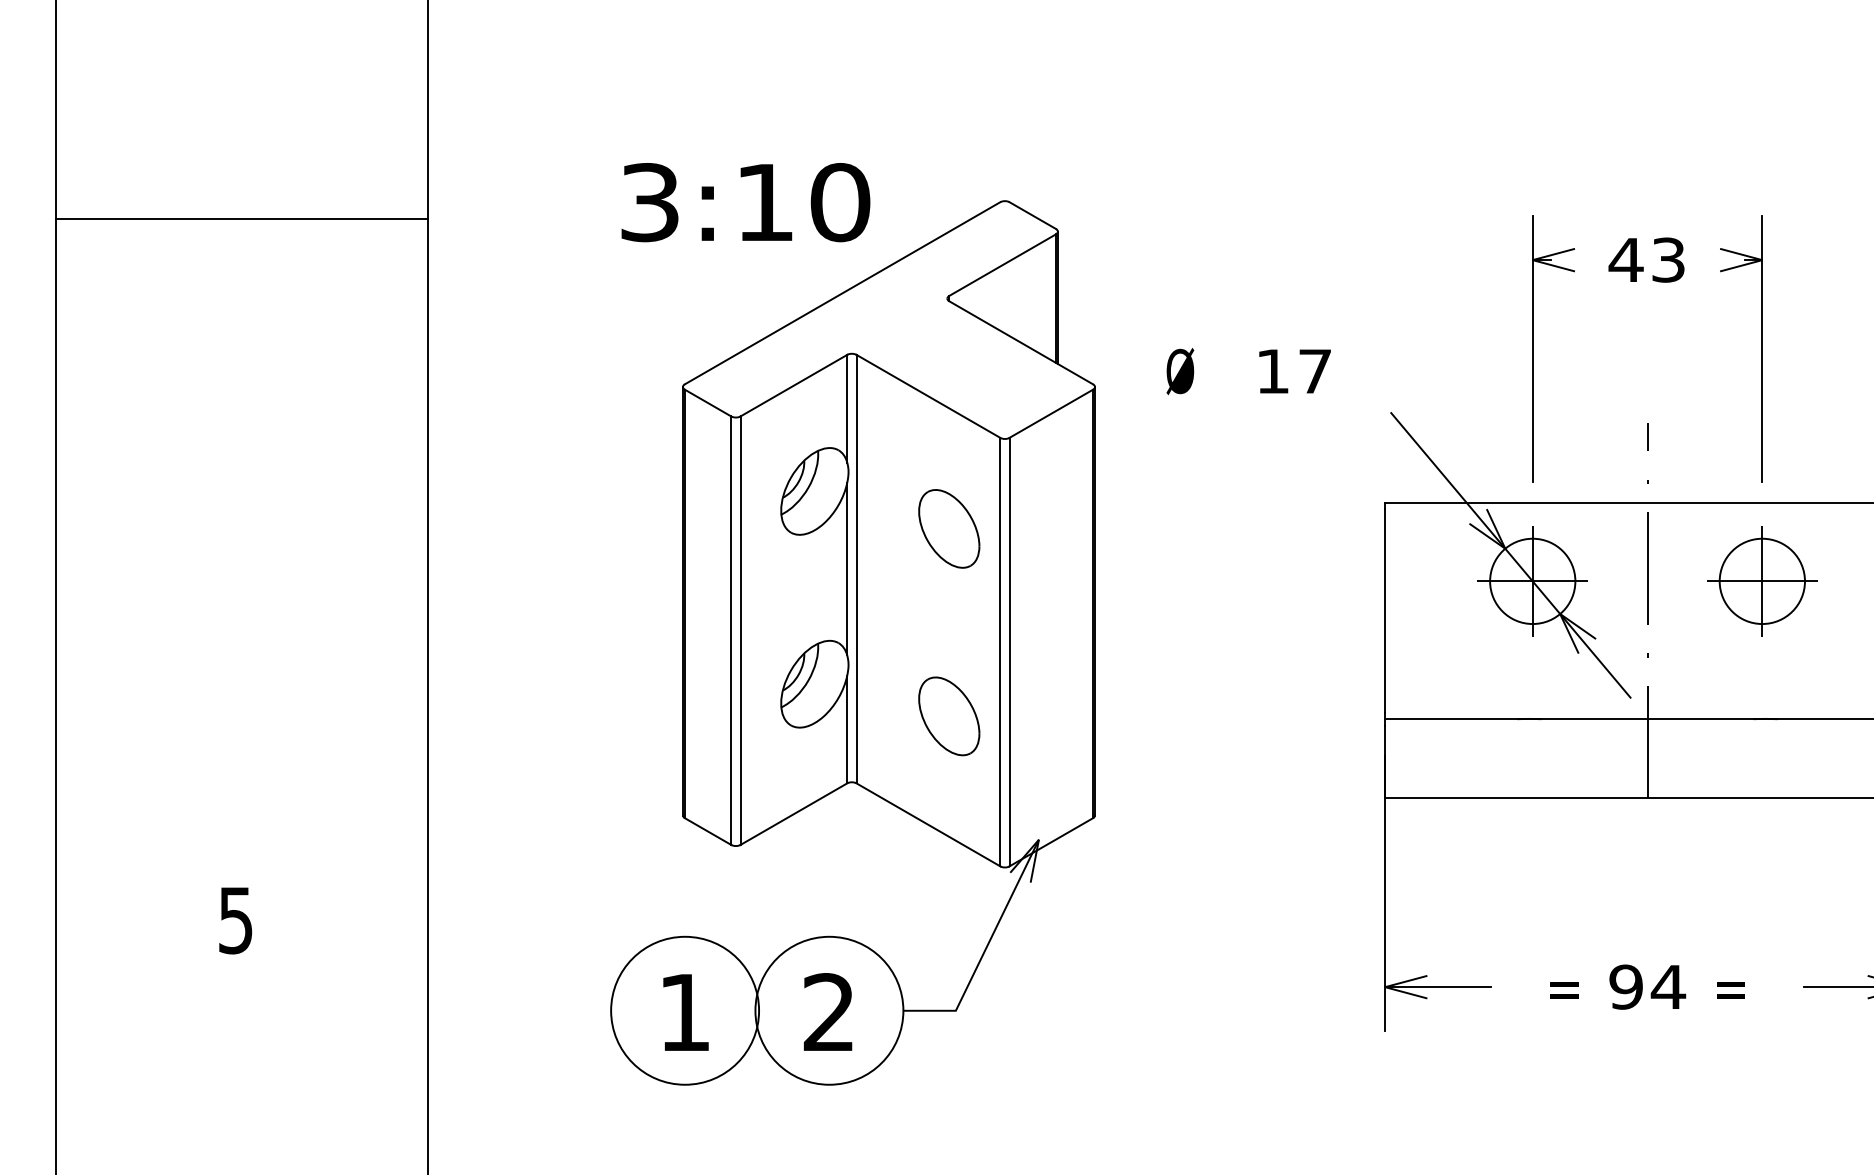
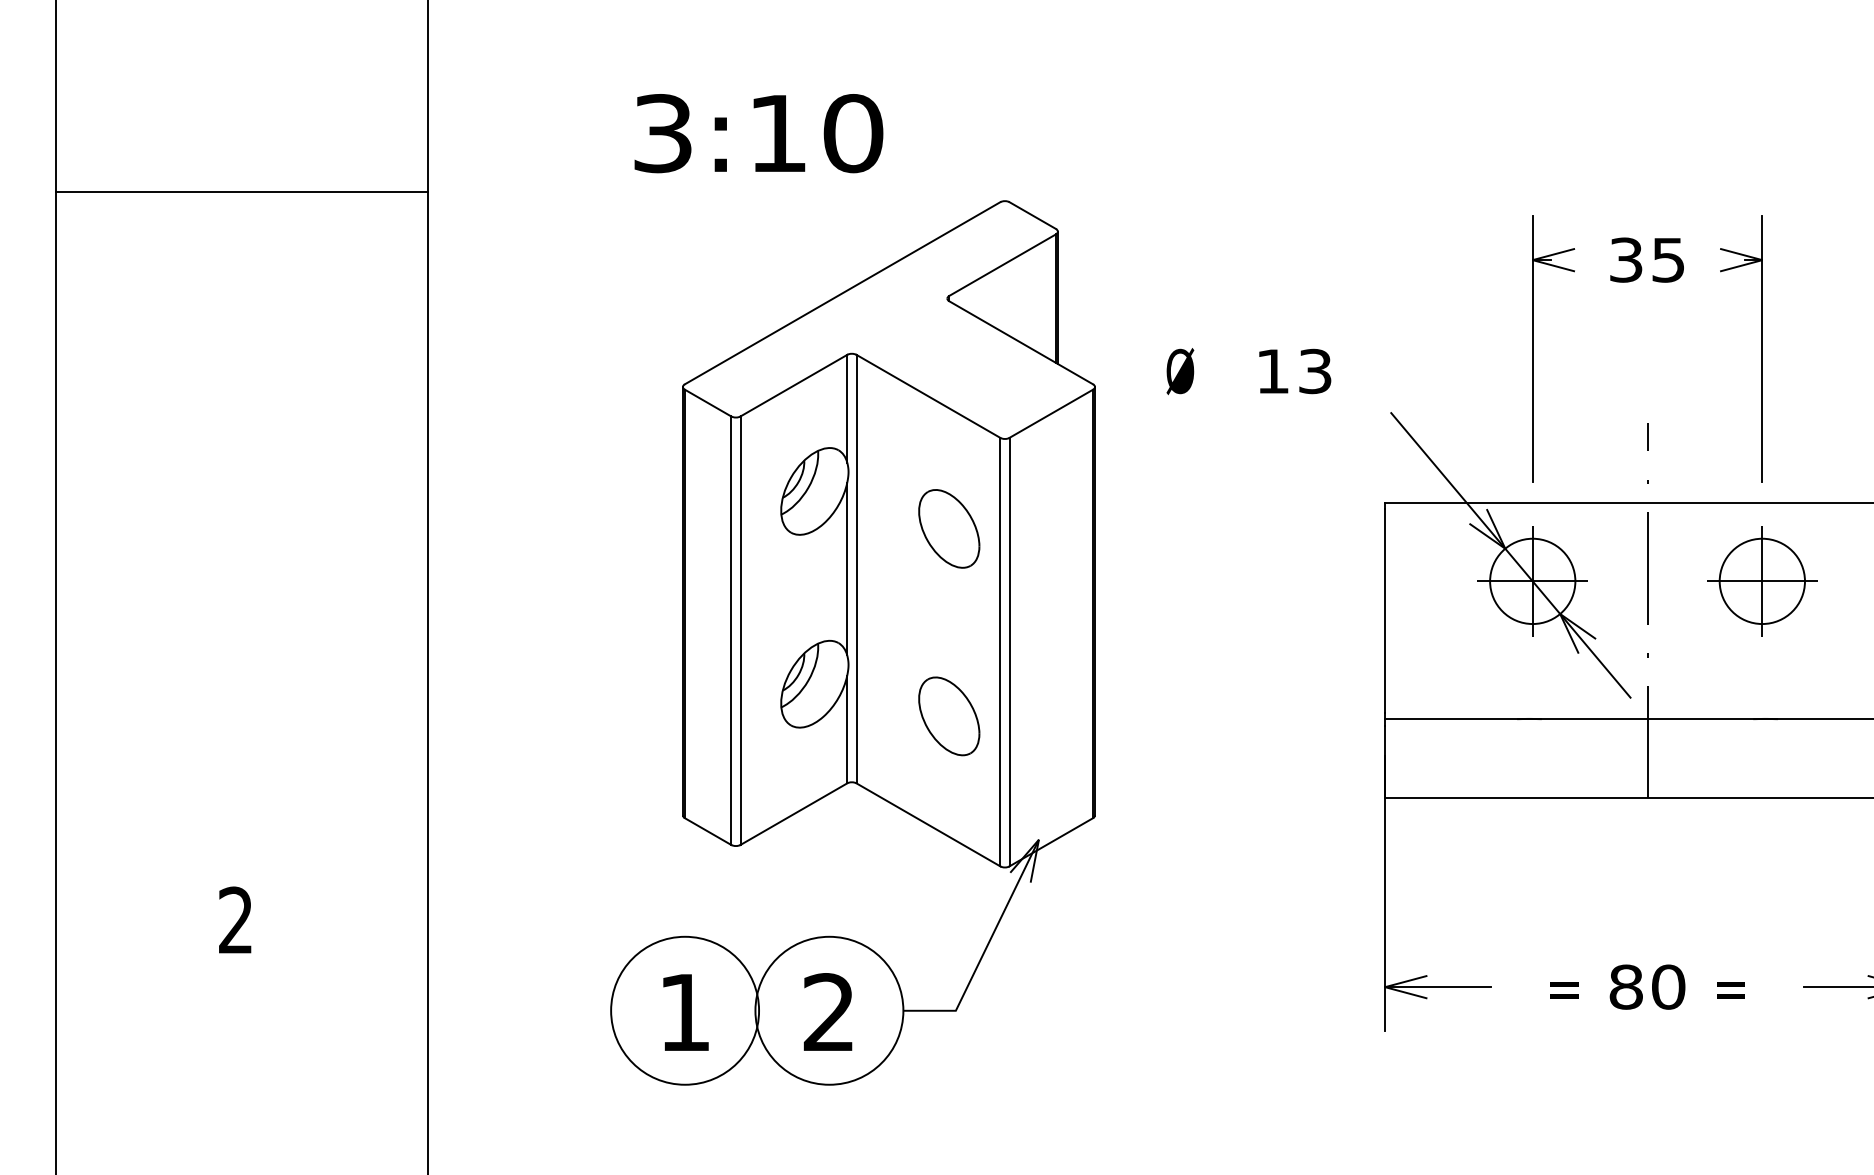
text at (745, 202) position: (745, 202) -> (758, 133)
line at (241, 218) position: (241, 218) -> (241, 191)
text at (1646, 259): 43 -> 35
text at (1315, 371): 17 -> 13
text at (235, 920): 5 -> 2
text at (1647, 986): 94 -> 80
